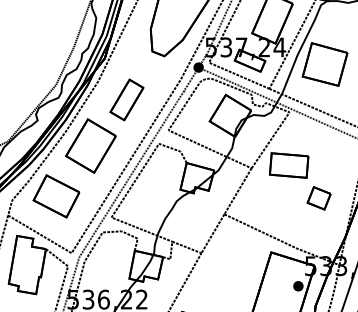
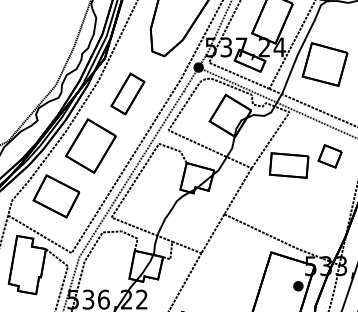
part at (126, 99) position: (126, 99) -> (127, 93)
part at (318, 198) position: (318, 198) -> (329, 156)
